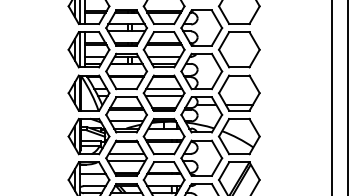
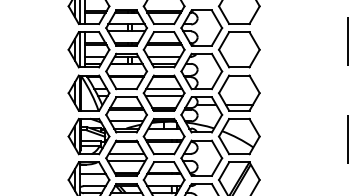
line at (332, 97): present -> none
line at (348, 98): solid -> dashed
